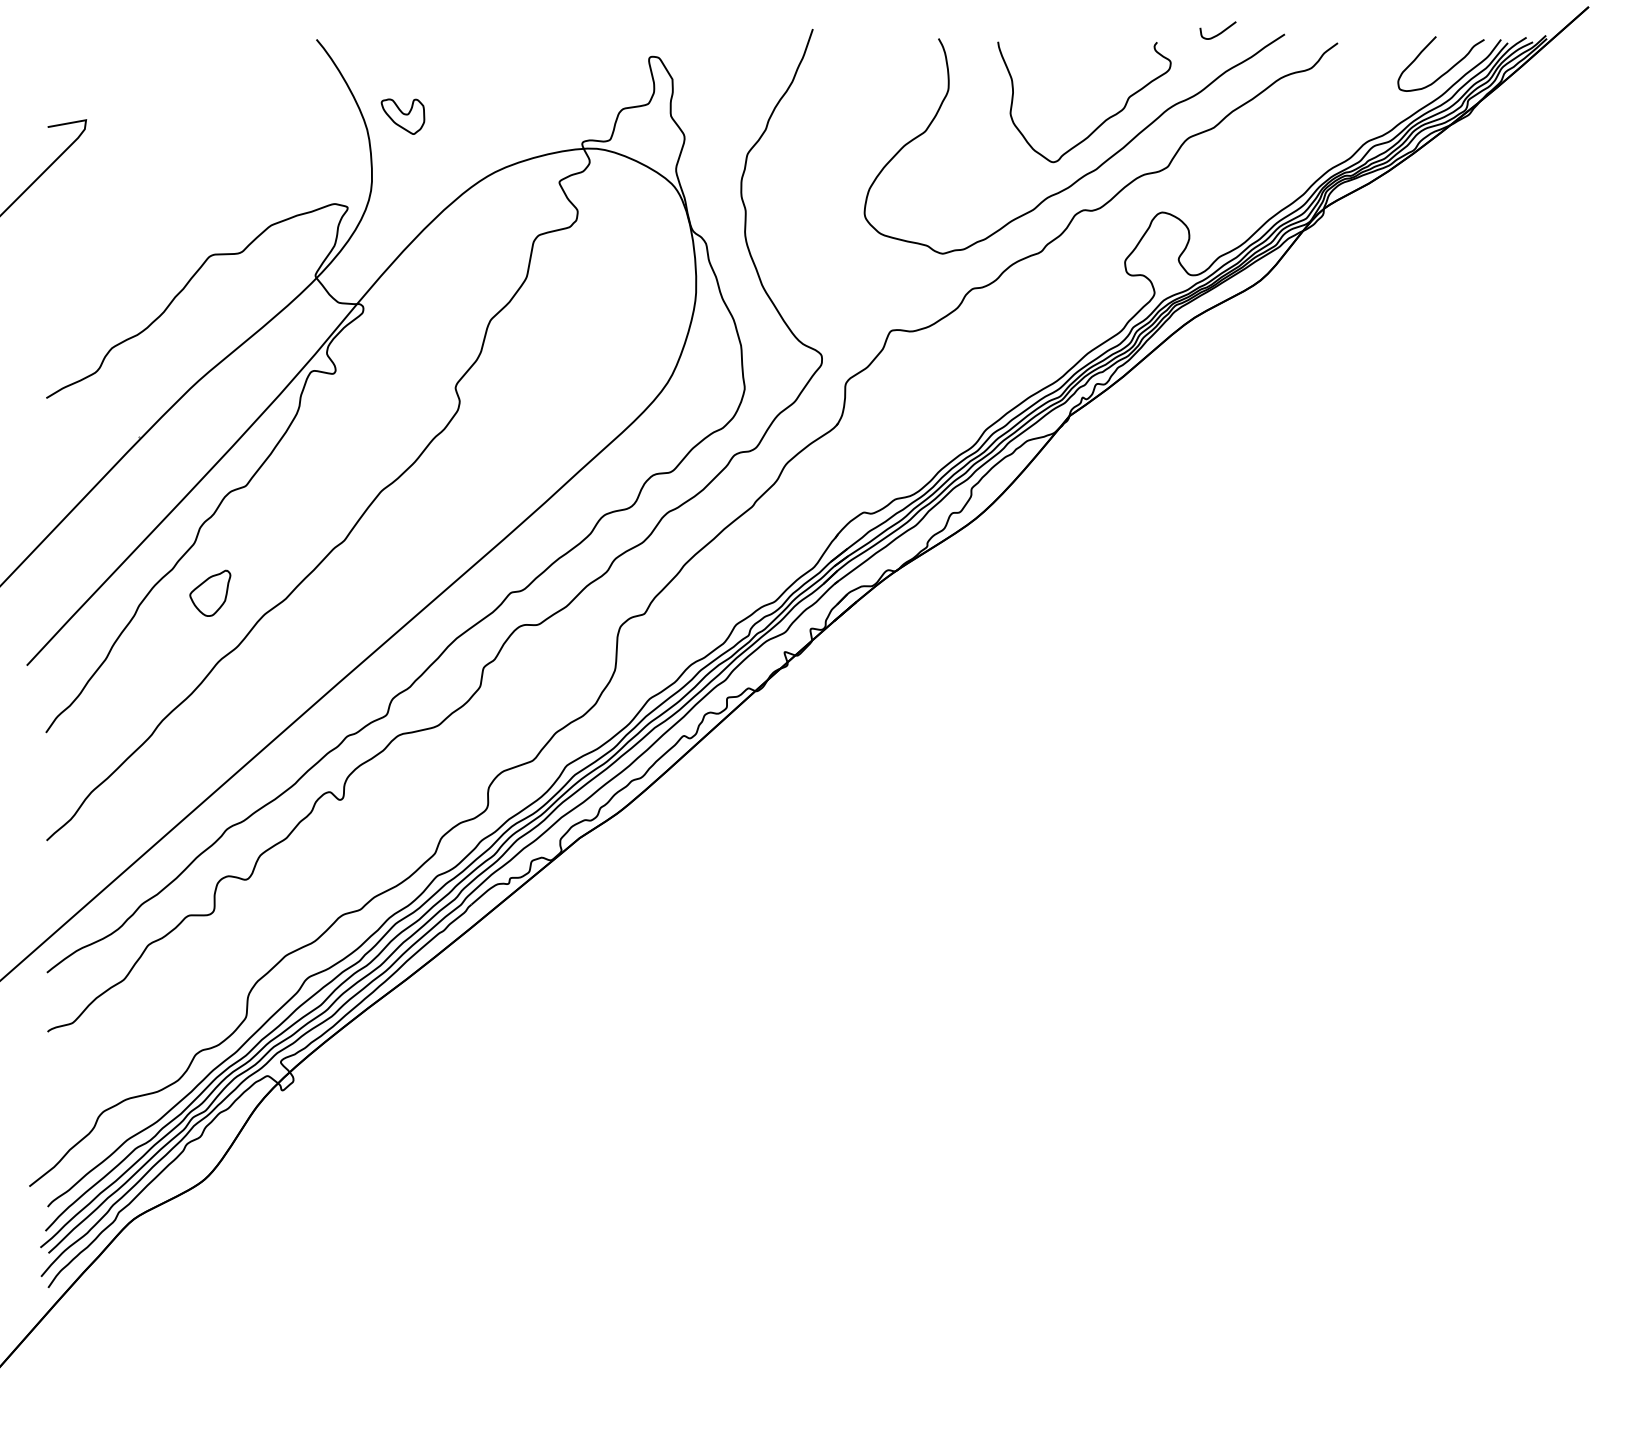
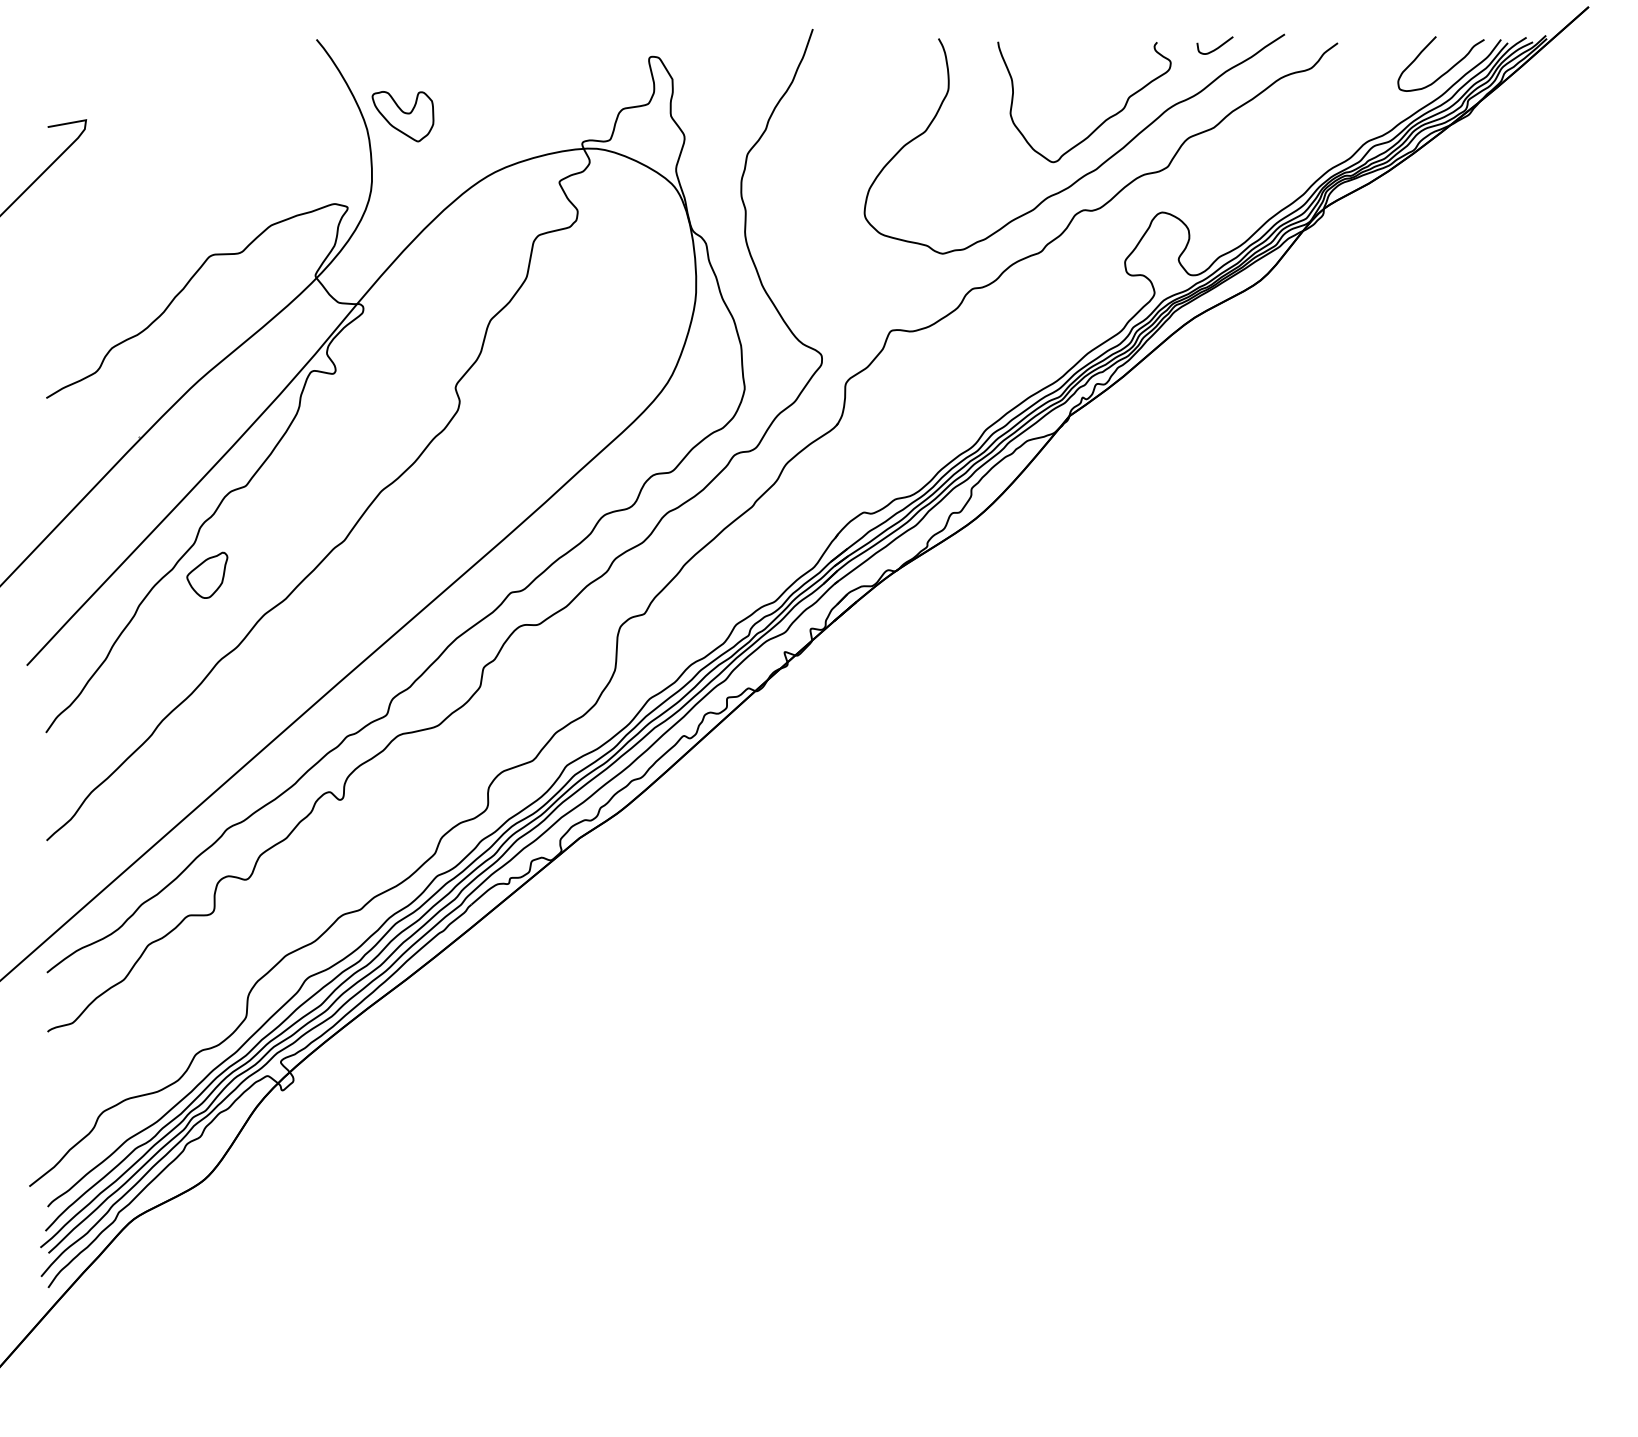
curve at (1219, 32) position: (1219, 32) -> (1216, 47)
part at (402, 116) size: 46x37 px -> 64x52 px
part at (210, 592) position: (210, 592) -> (207, 574)
